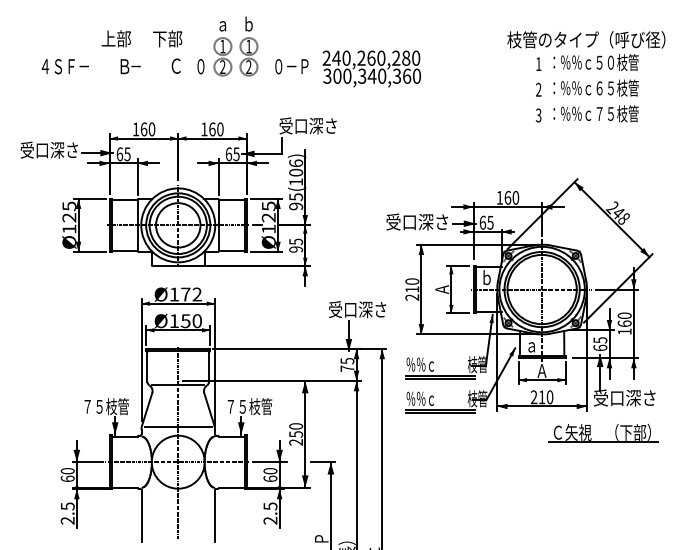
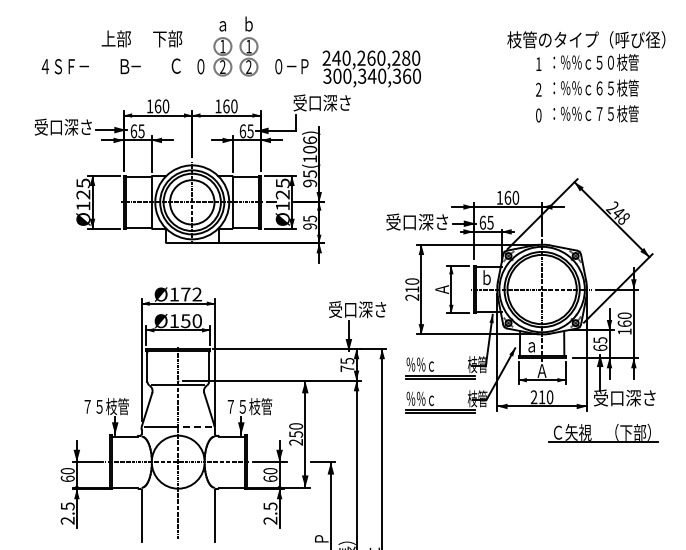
text at (538, 115): 3 -> 0
part at (178, 201) position: (178, 201) -> (192, 178)
line at (194, 426): solid -> dashed
